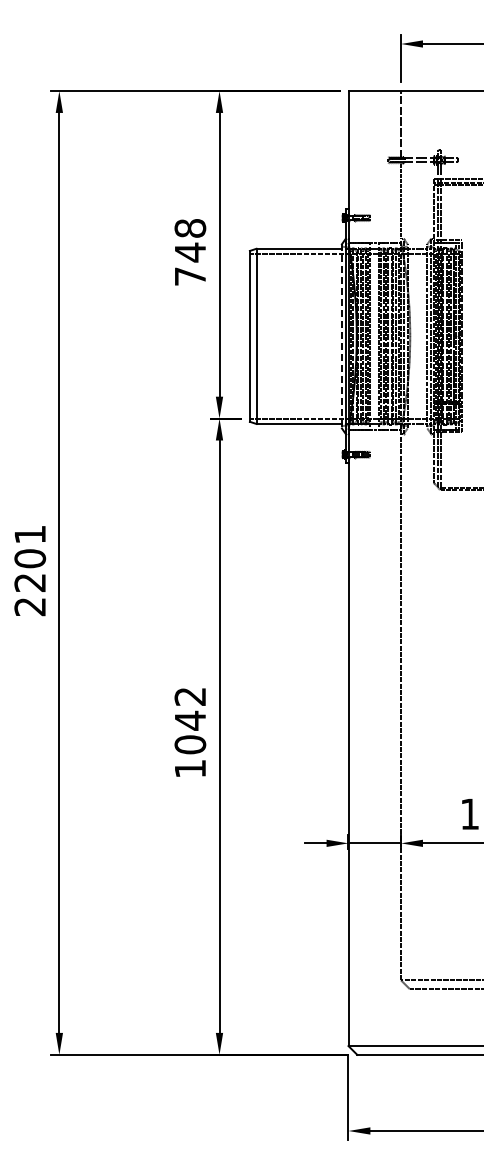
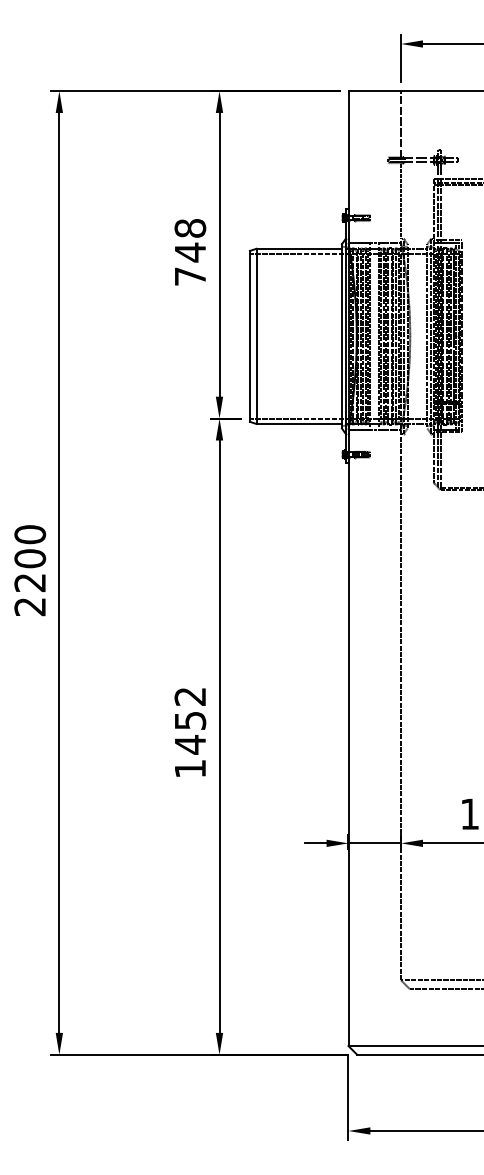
line at (341, 336): dashed -> solid
text at (30, 534): 2201 -> 2200
text at (190, 732): 1042 -> 1452
